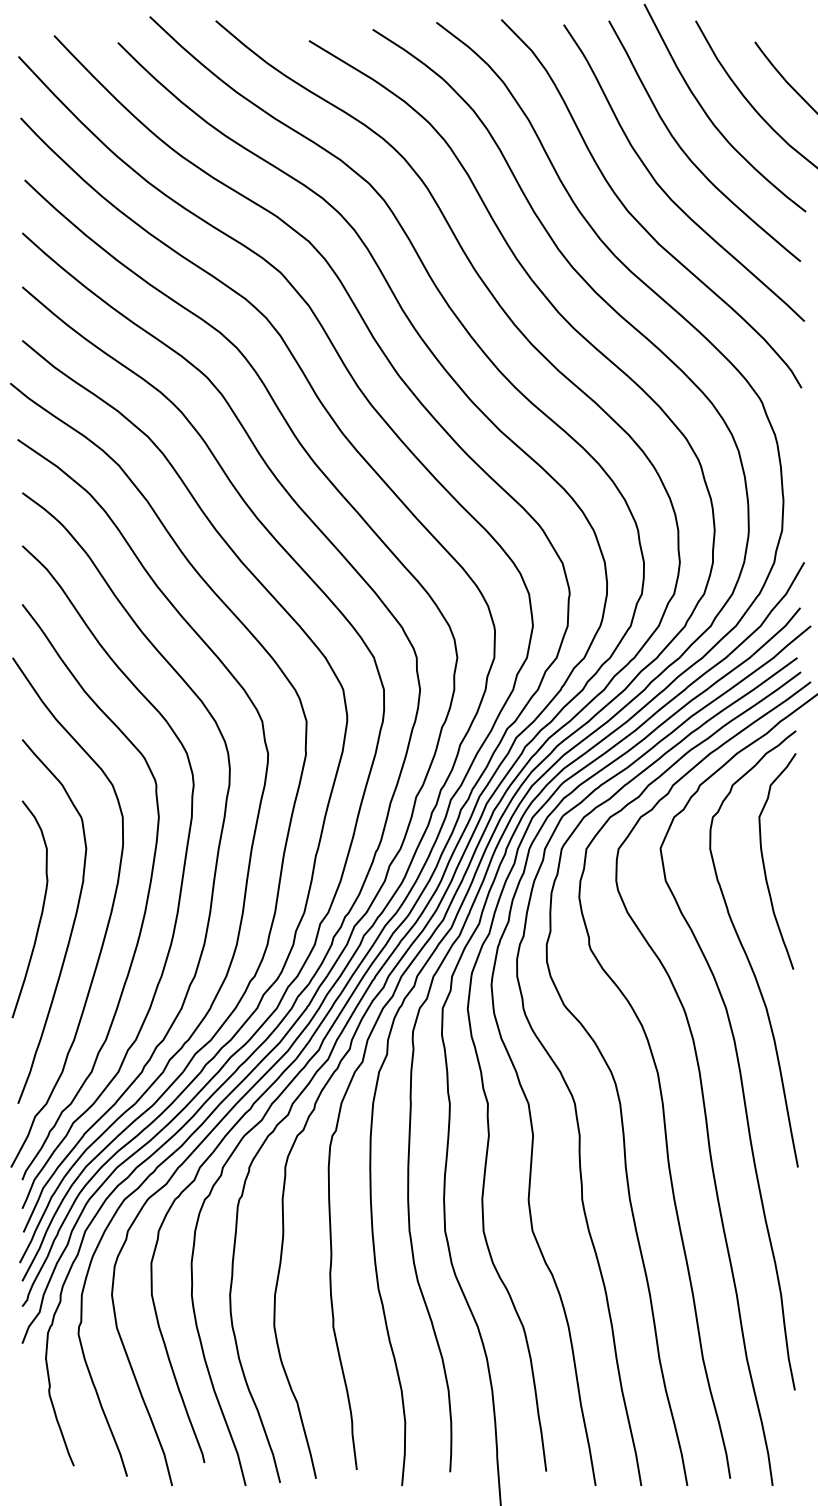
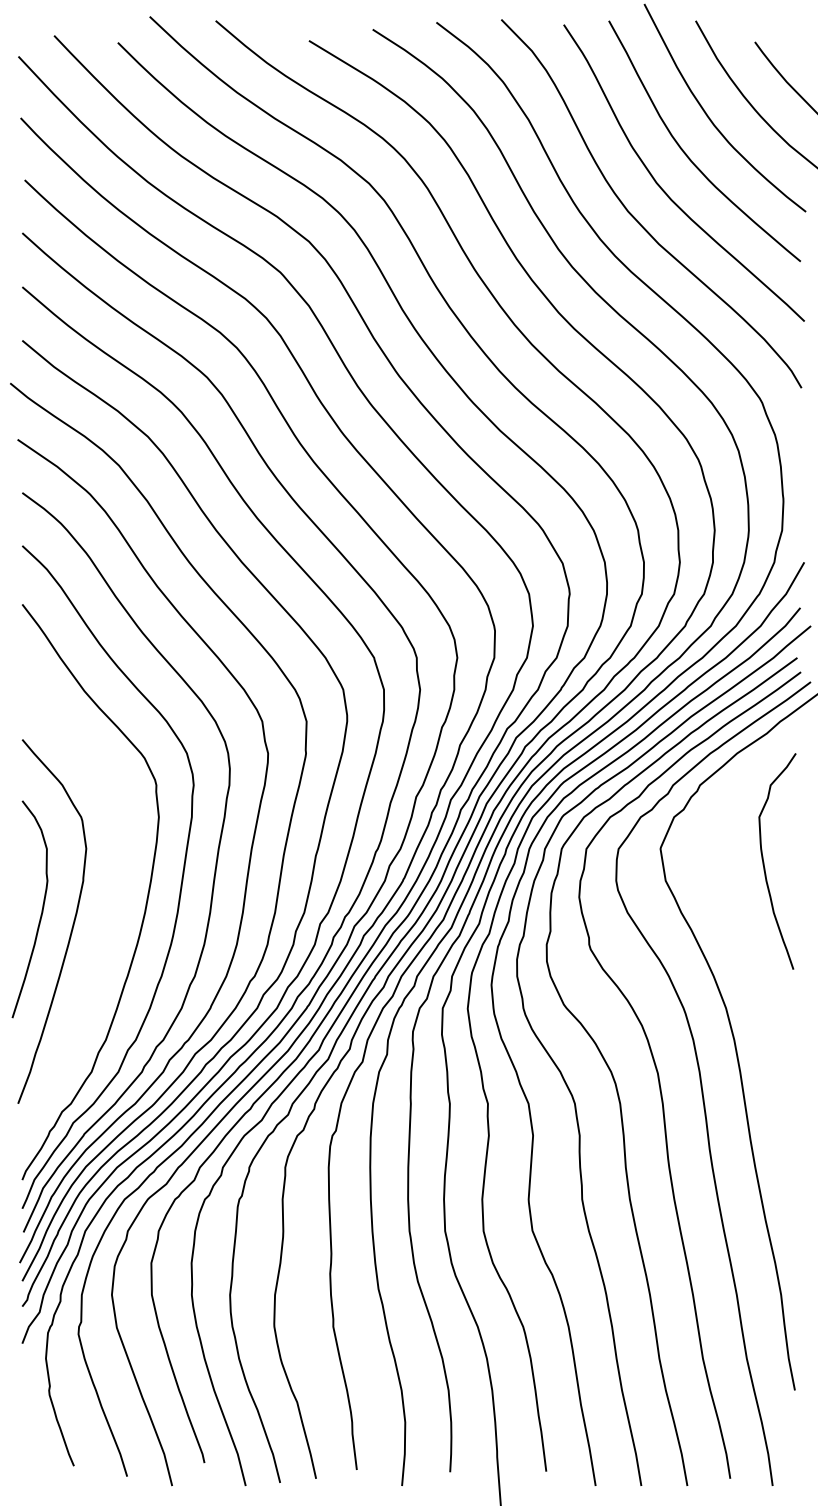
curve at (107, 922): present -> none
curve at (746, 952): present -> none
